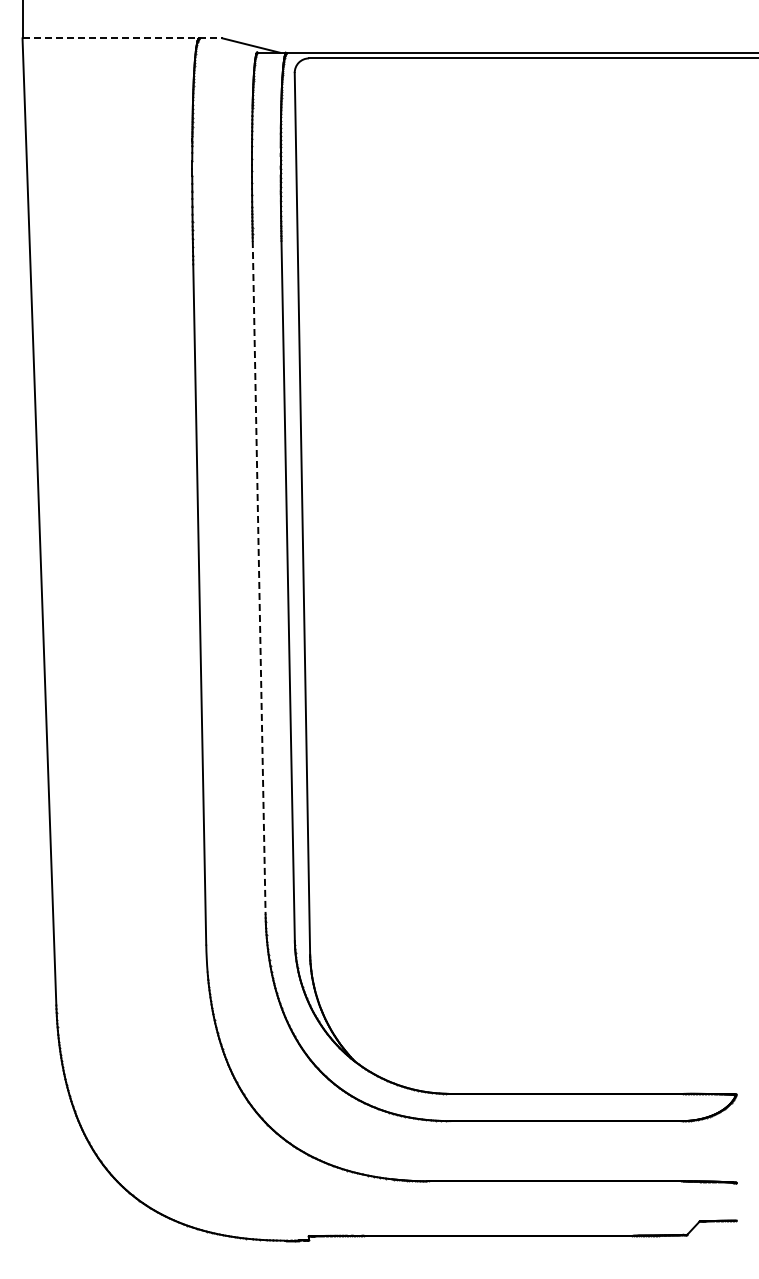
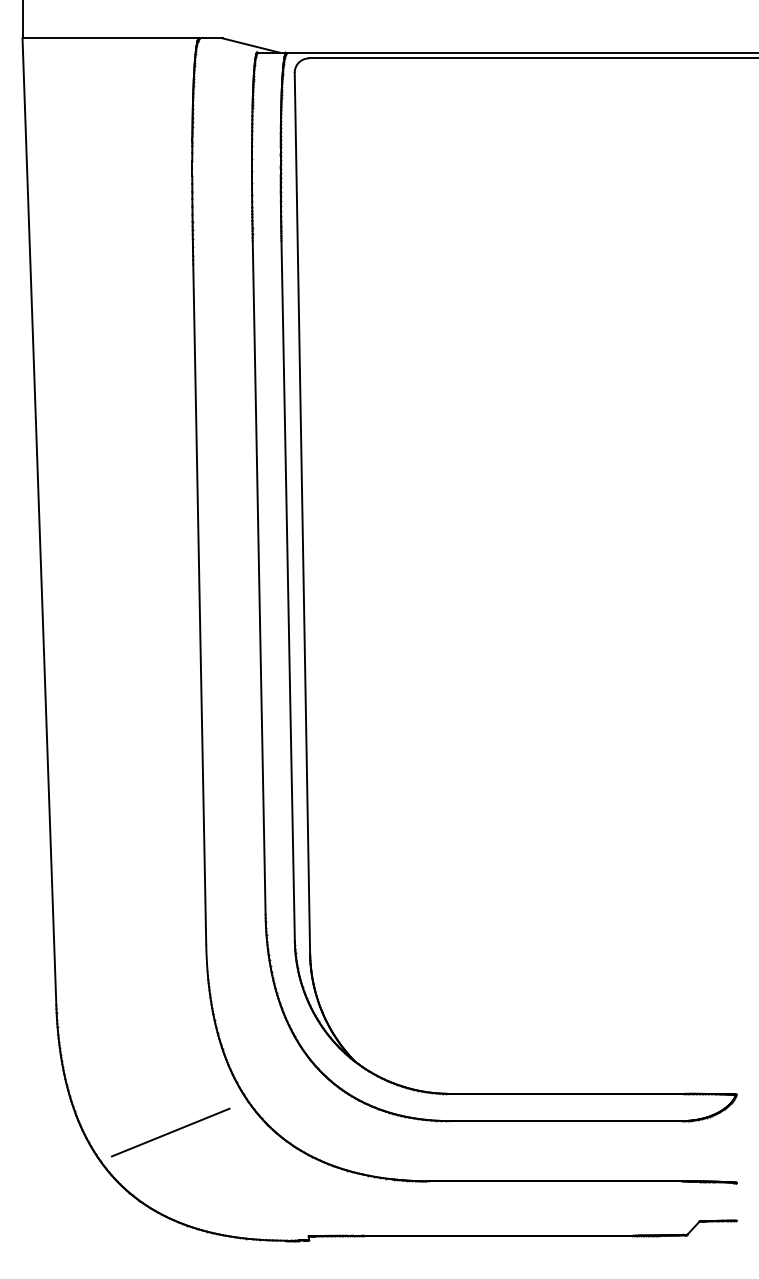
line at (123, 38): dashed -> solid
line at (259, 577): dashed -> solid
line at (170, 1132): none -> present
